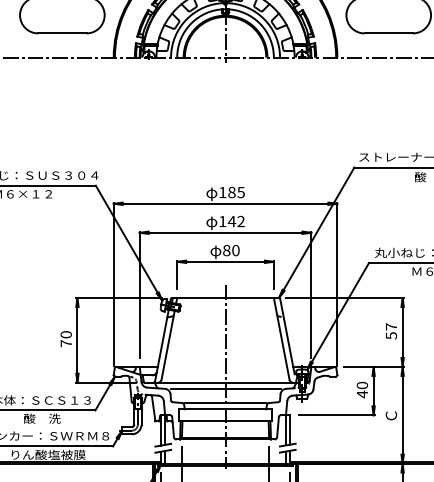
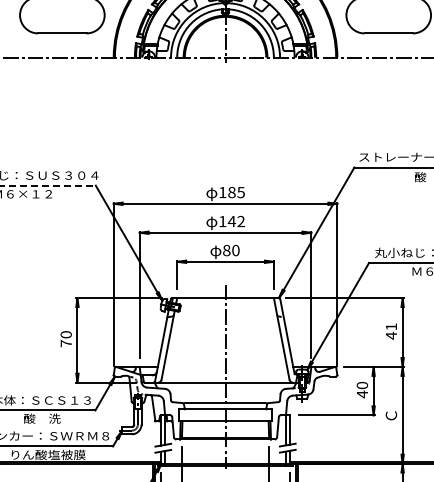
line at (47, 185): solid -> dashed
text at (391, 331): 57 -> 41
line at (225, 388): present -> none
